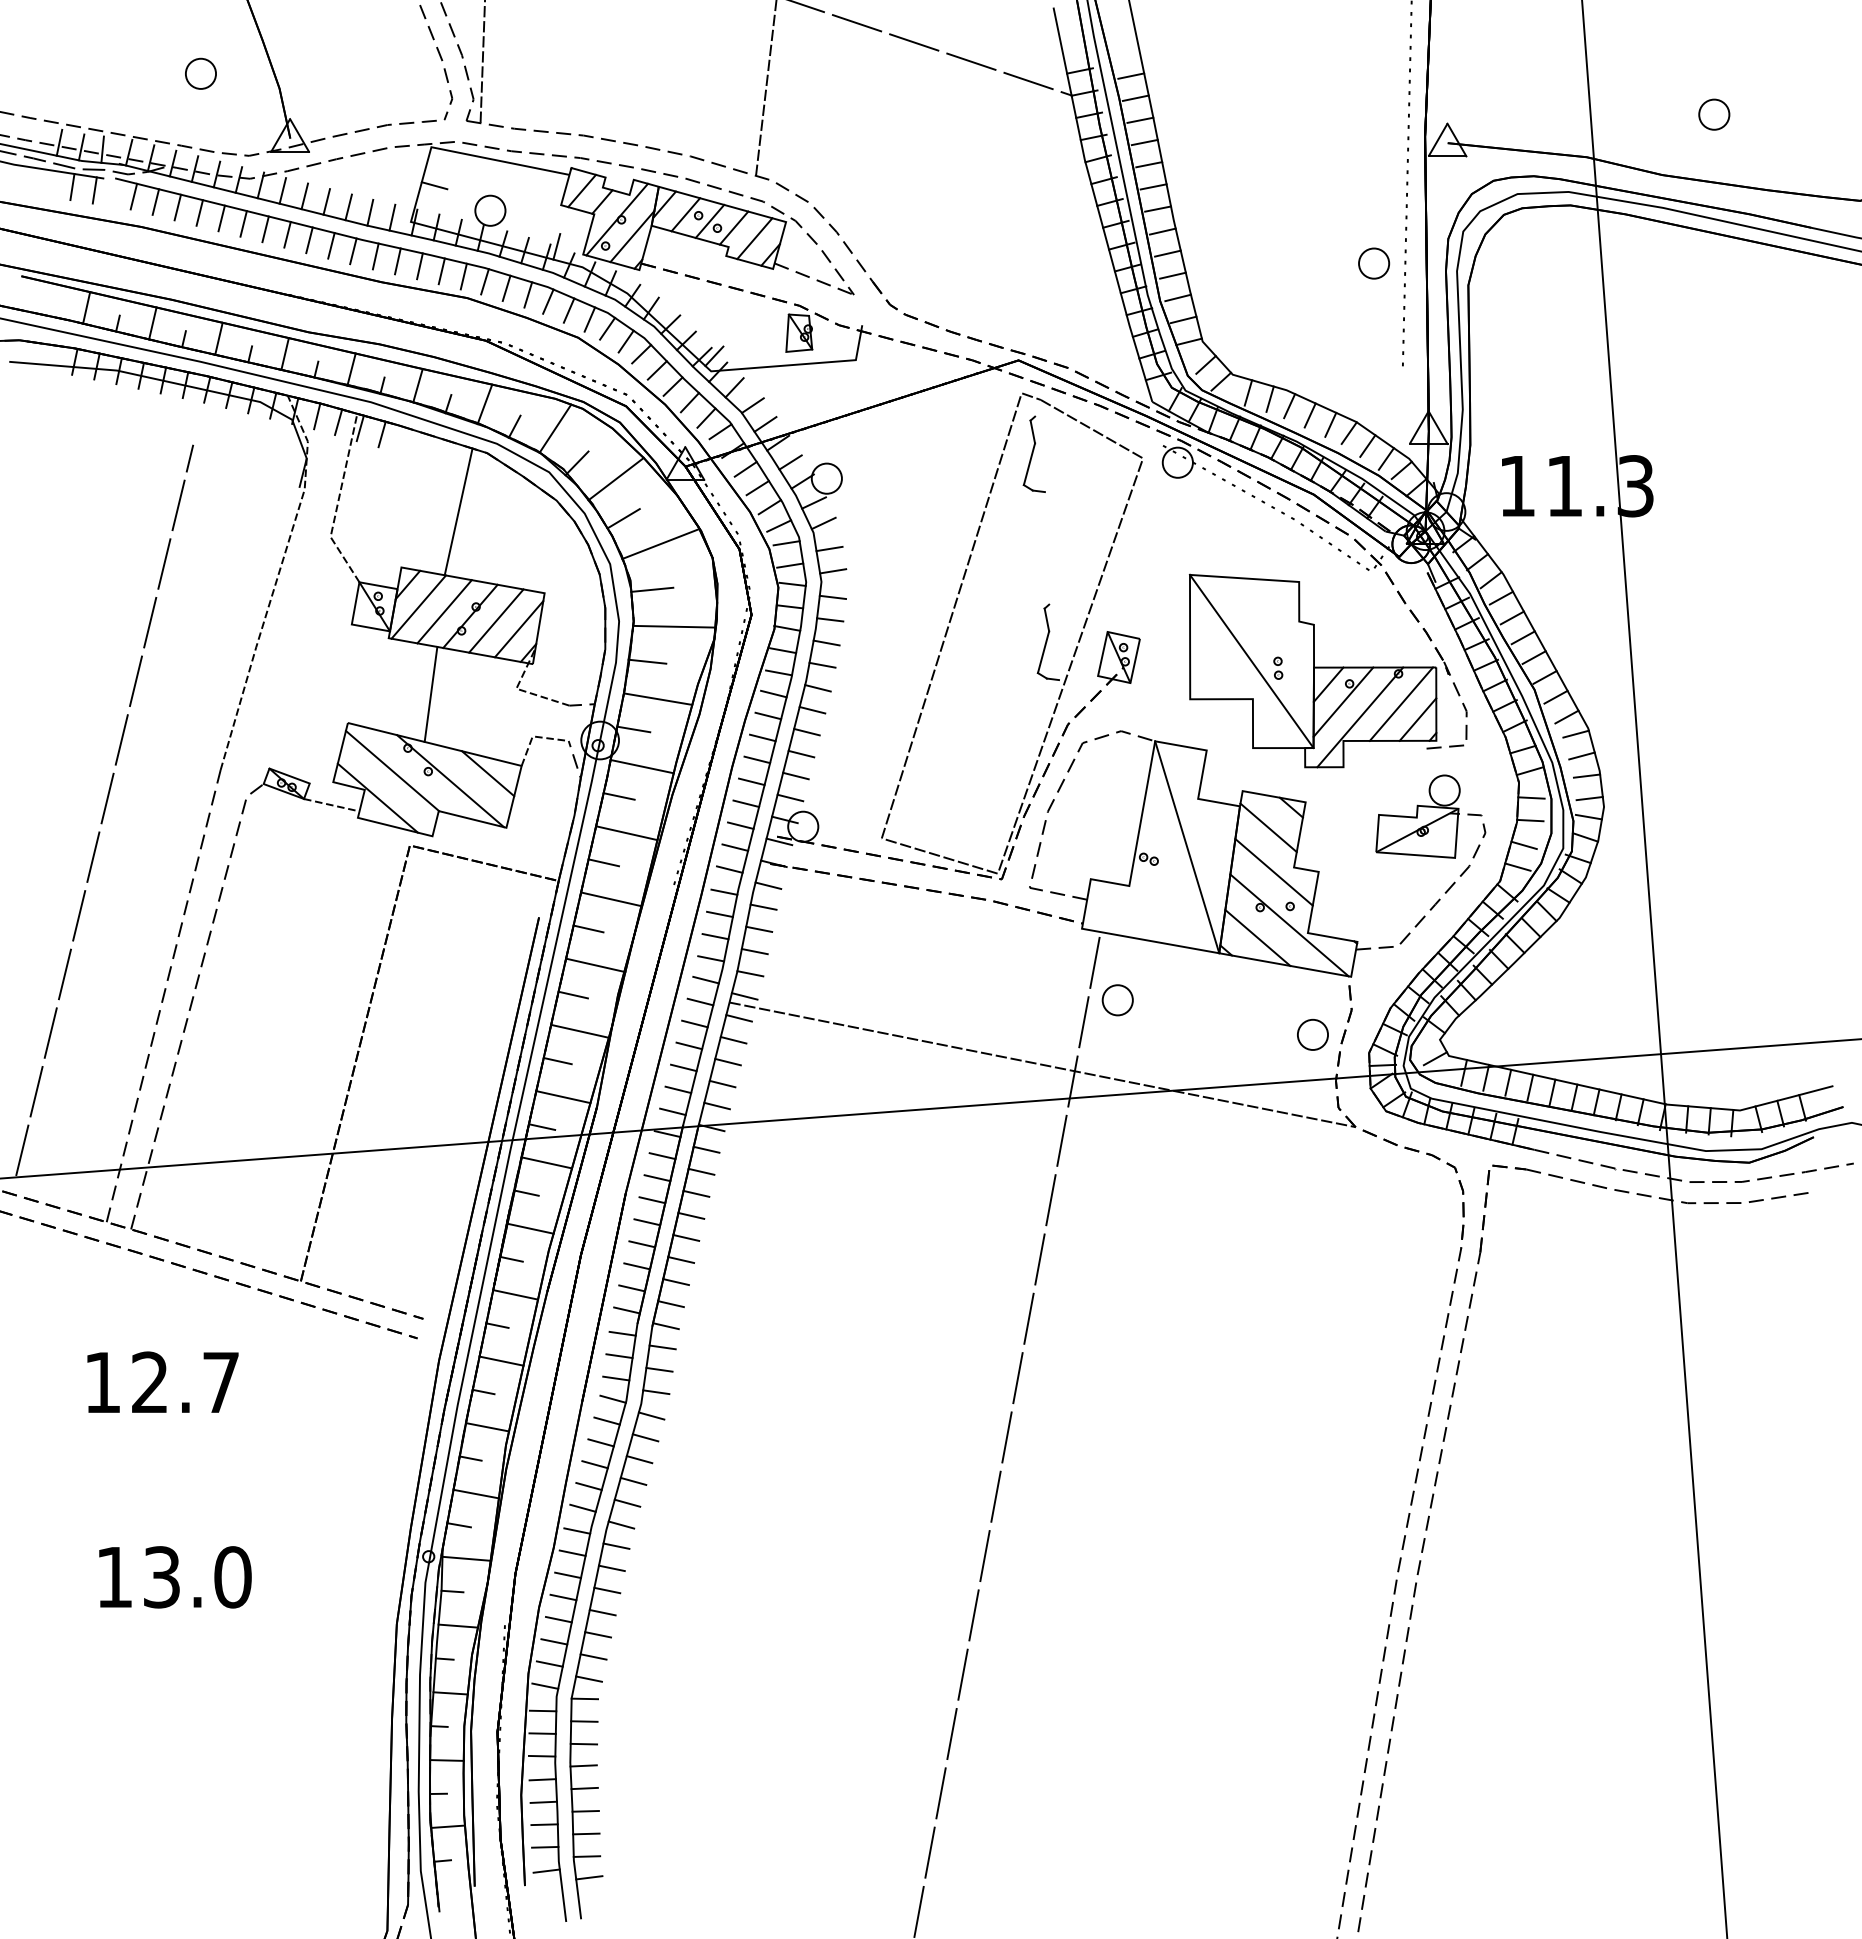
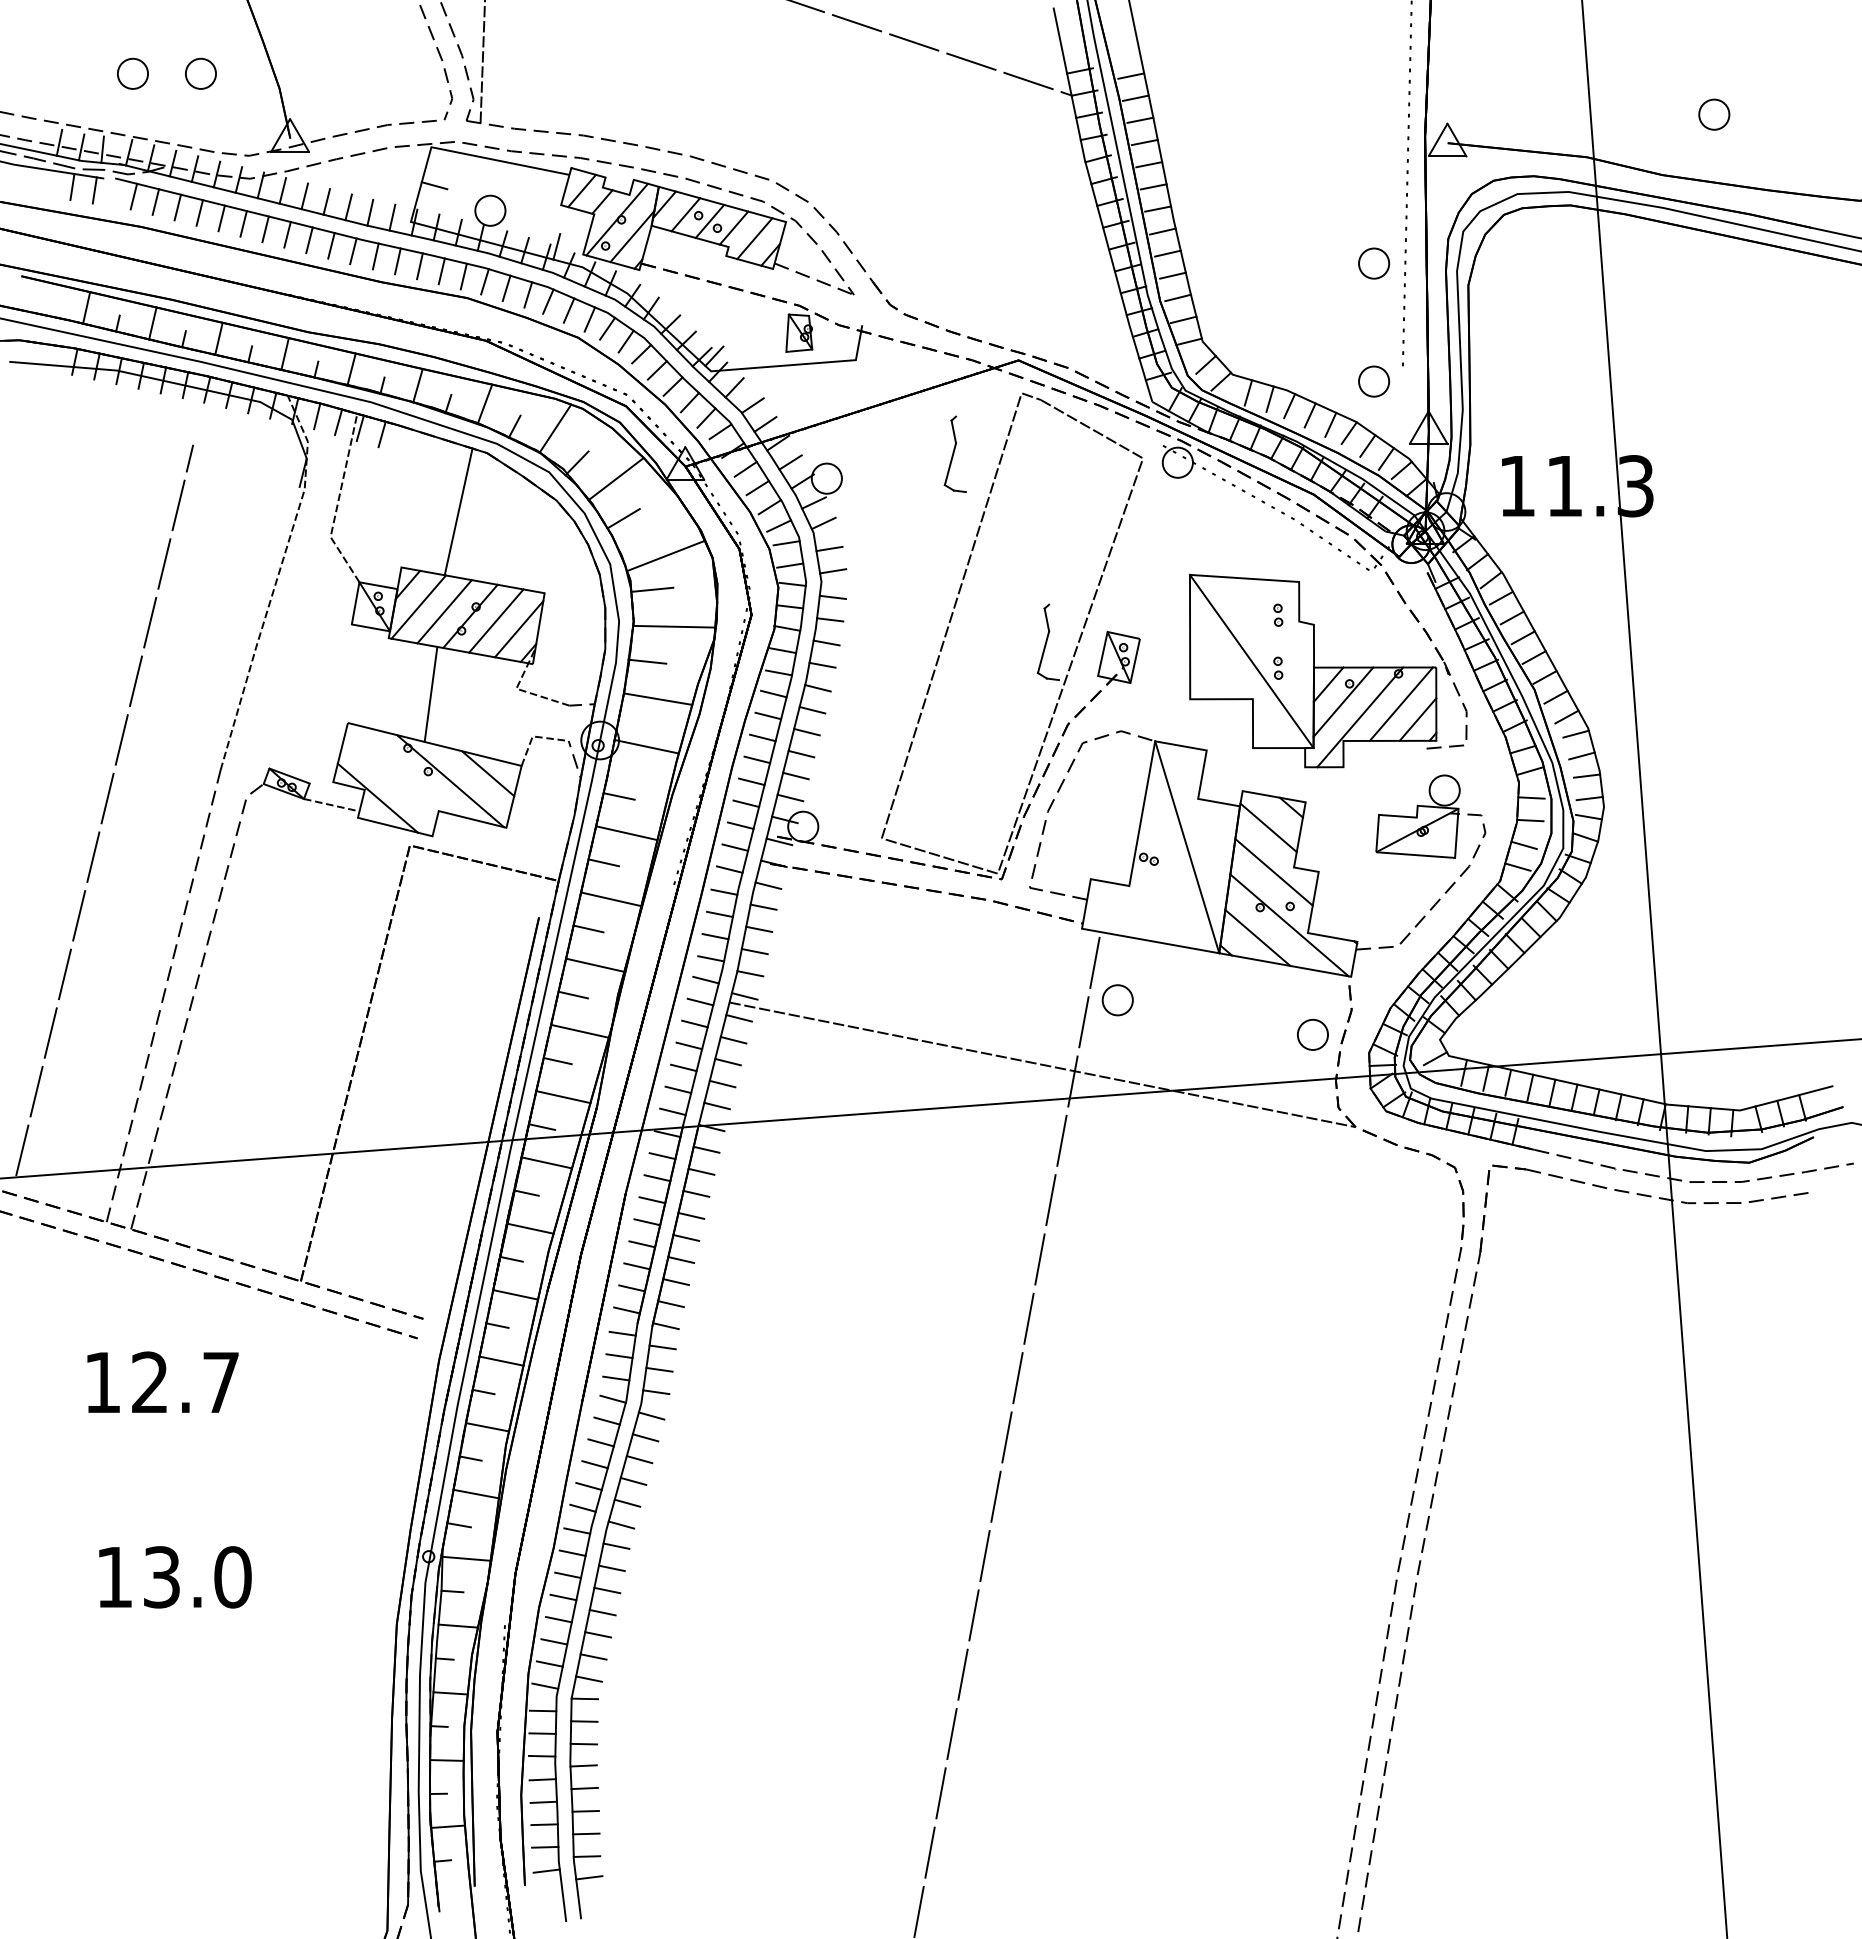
part at (132, 73): none -> present
line at (766, 88): present -> none
part at (1374, 381): none -> present
part at (1033, 453) position: (1033, 453) -> (954, 453)
line at (660, 544) position: (660, 544) -> (665, 556)
part at (1278, 614): none -> present
line at (633, 729): present -> none
line at (641, 766) position: (641, 766) -> (645, 746)
line at (392, 770): present -> none
